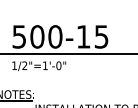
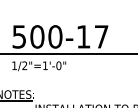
text at (101, 36): 500-15 -> 500-17
